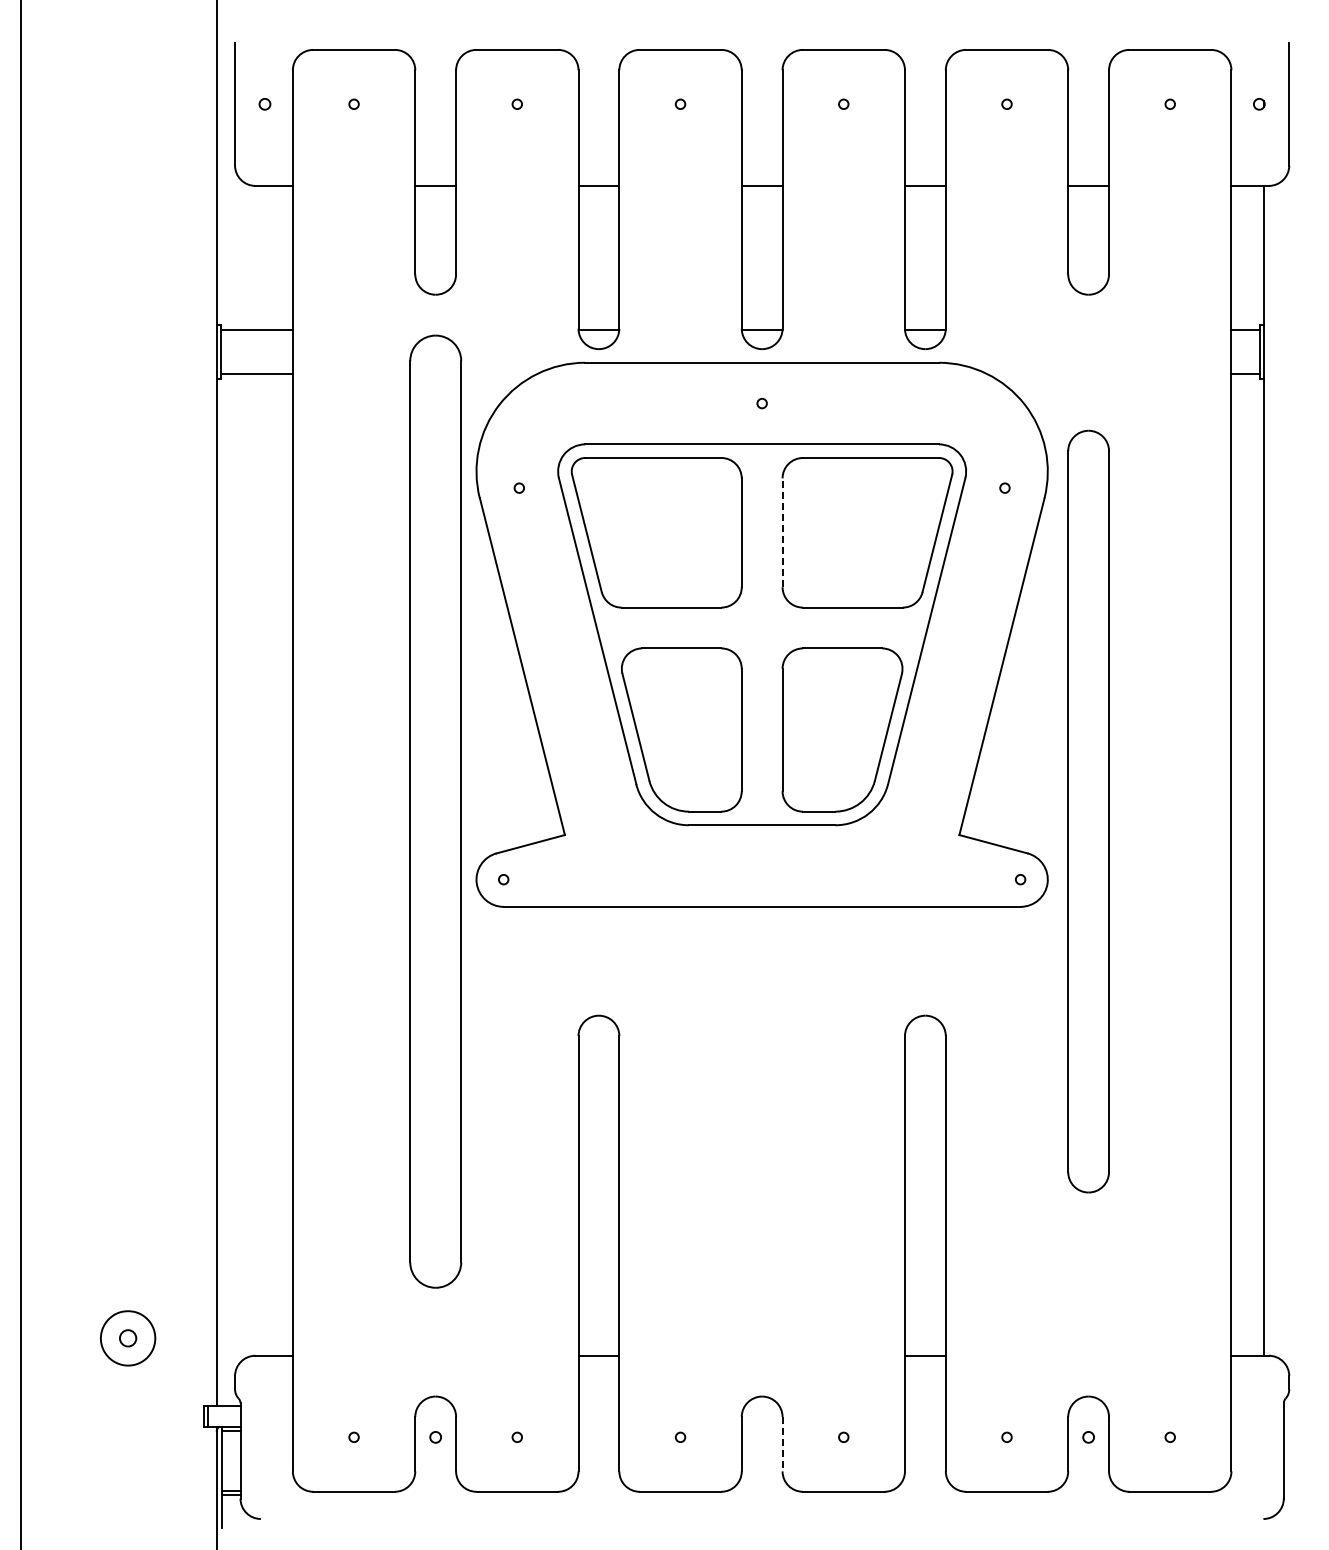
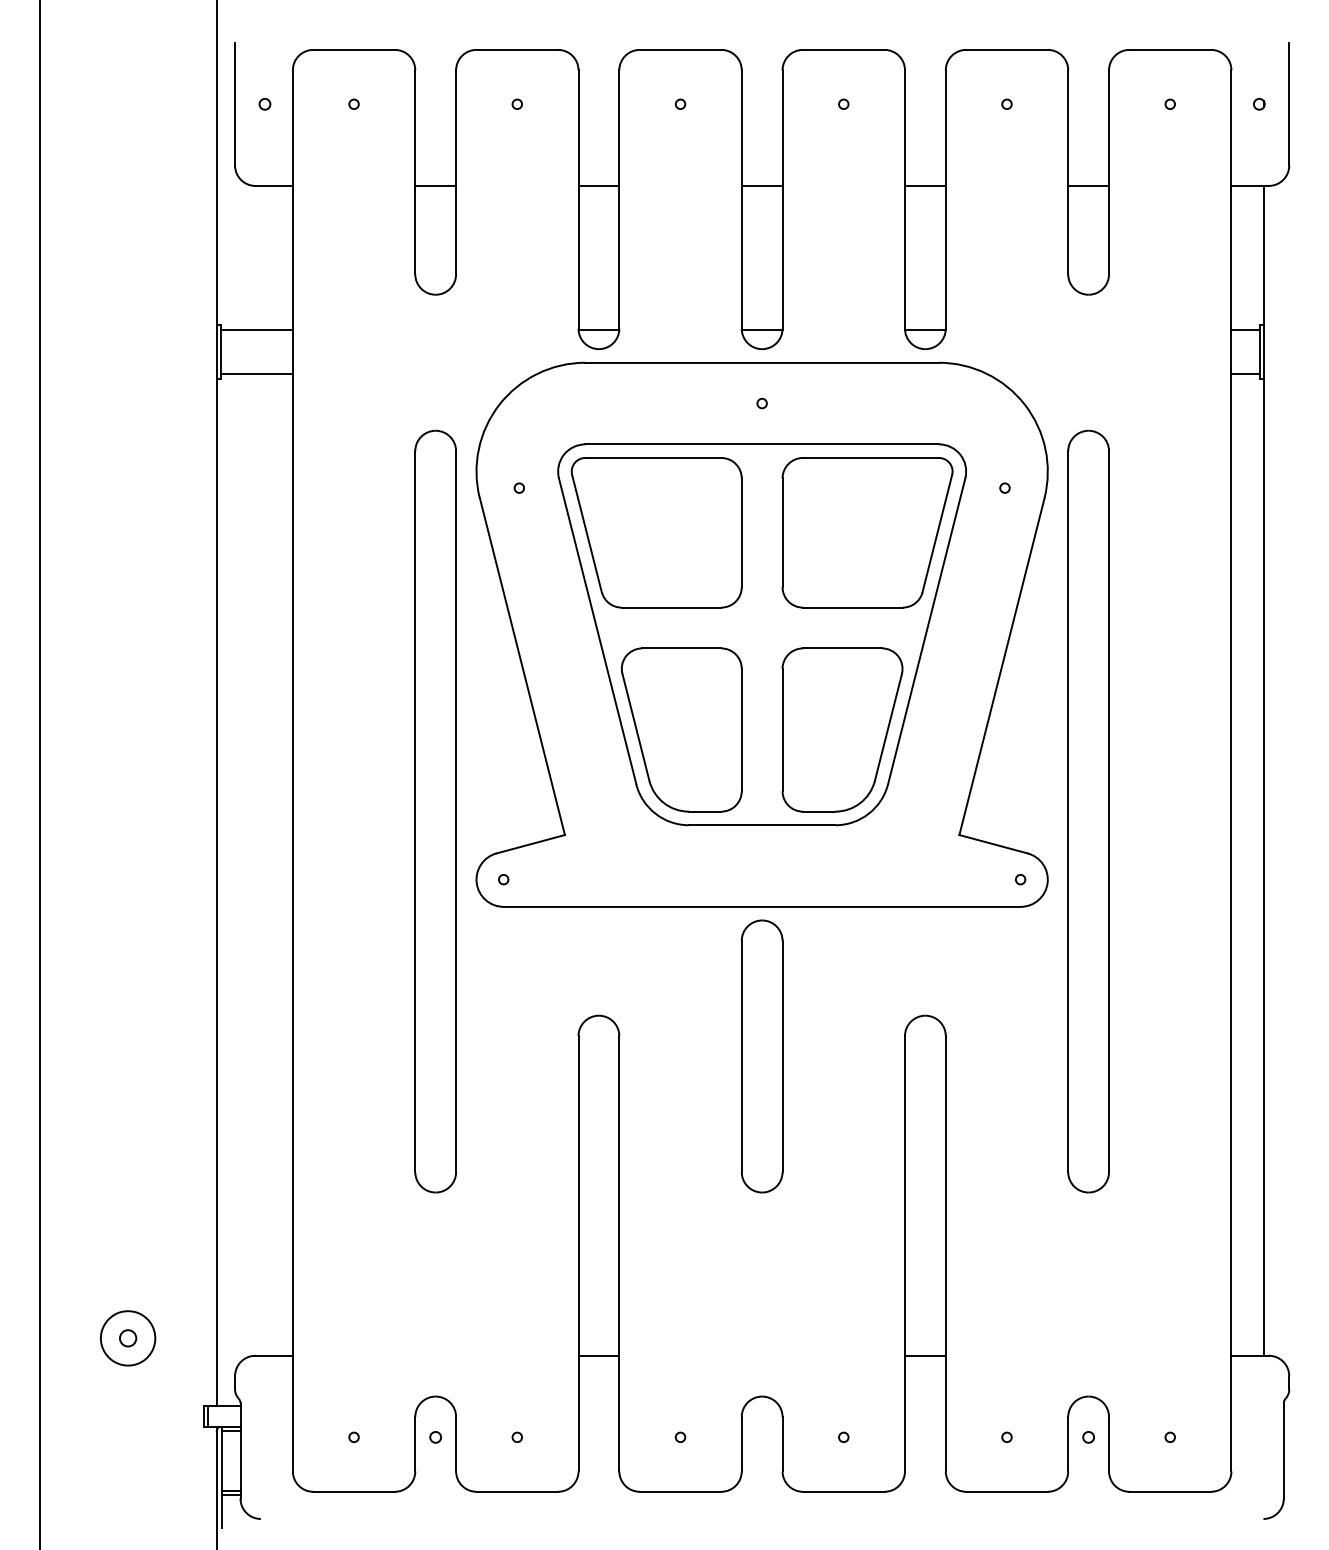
line at (782, 532): dashed -> solid
line at (20, 774) position: (20, 774) -> (39, 774)
part at (435, 811) size: 54x955 px -> 43x765 px
part at (761, 1056): none -> present
line at (782, 1444): dashed -> solid
